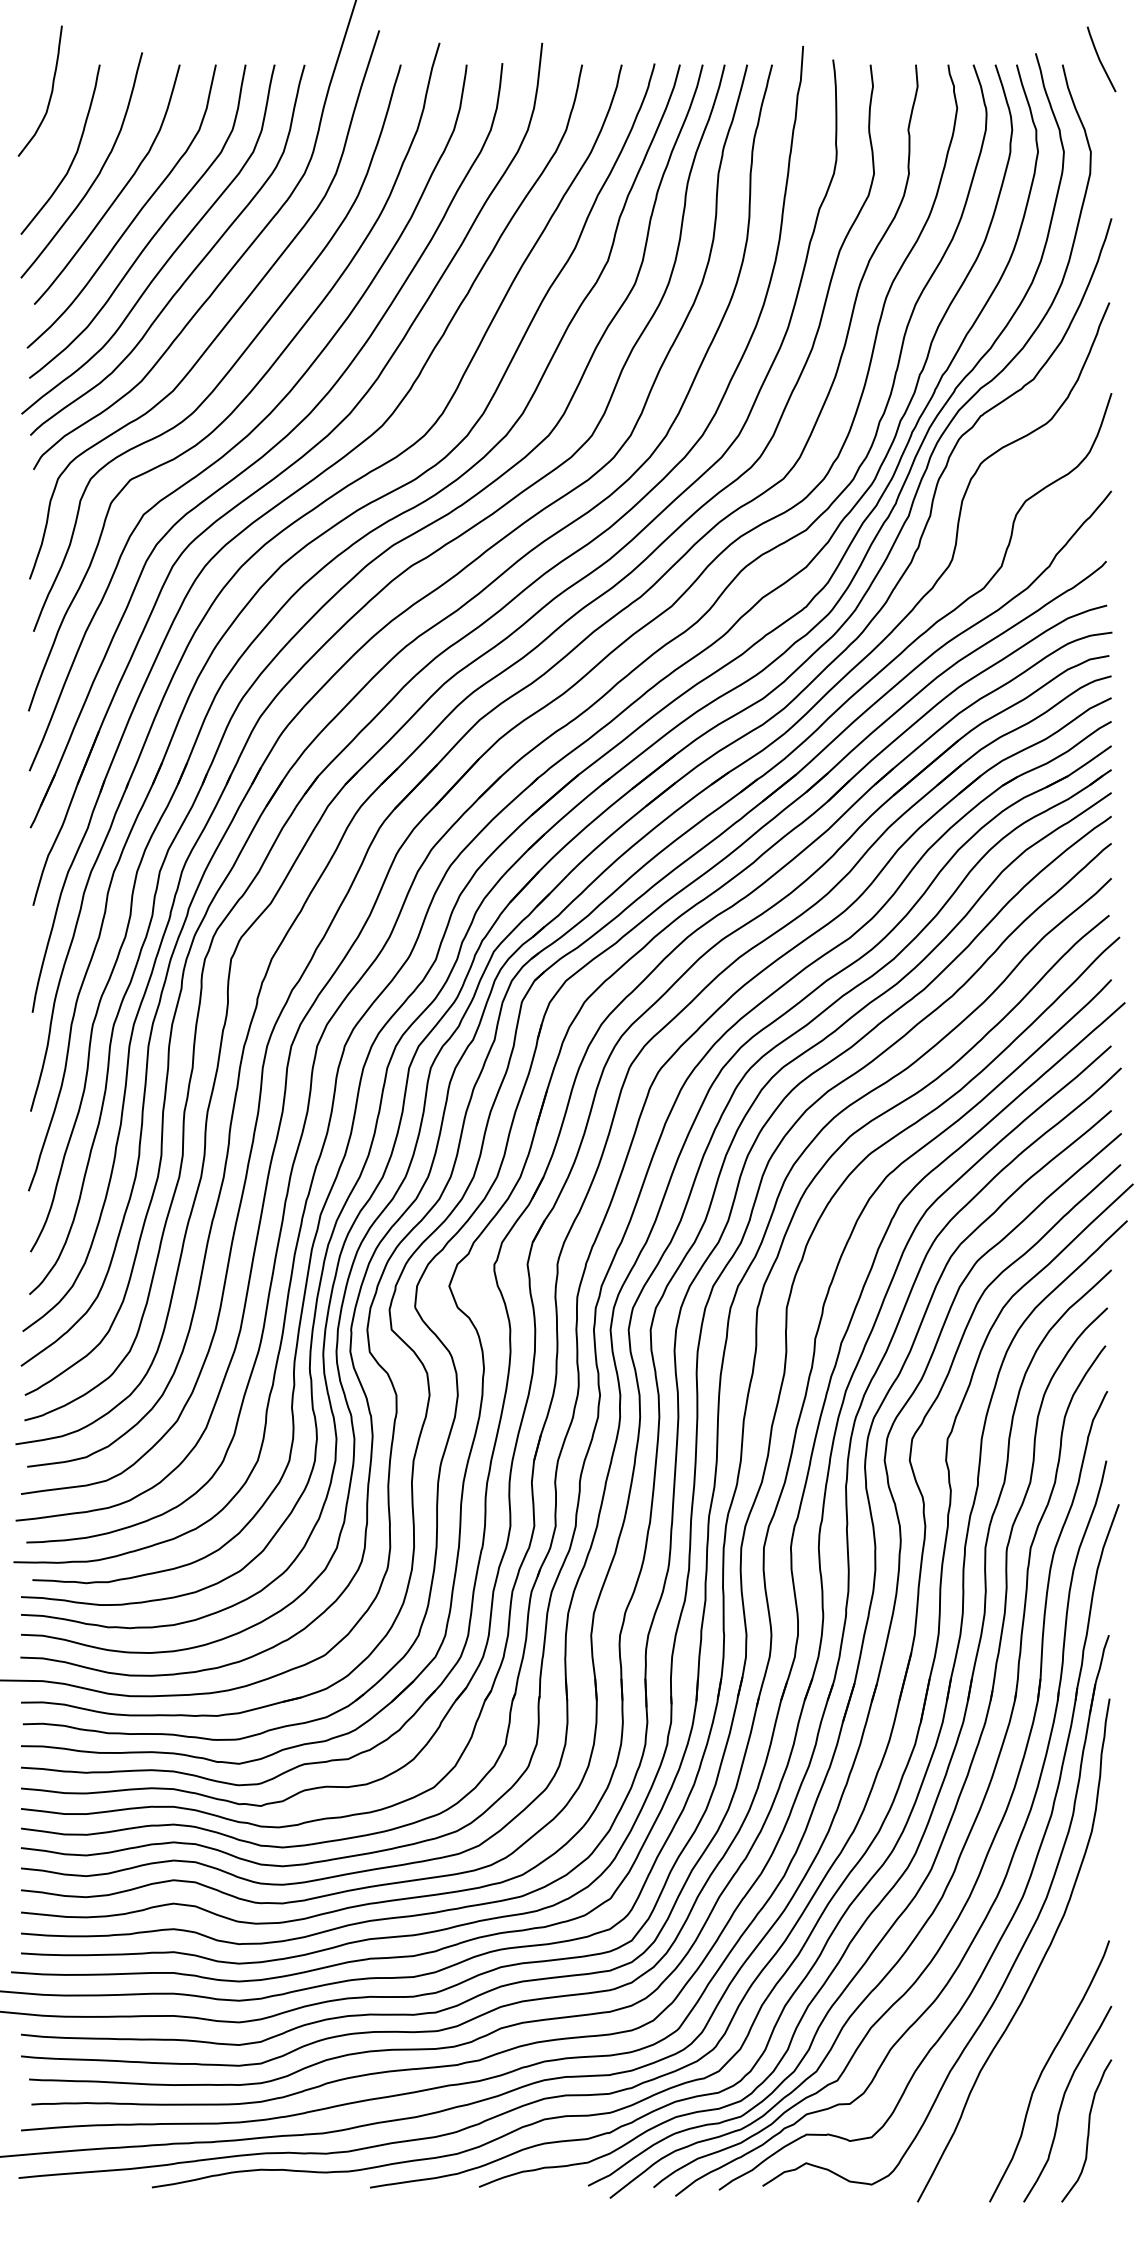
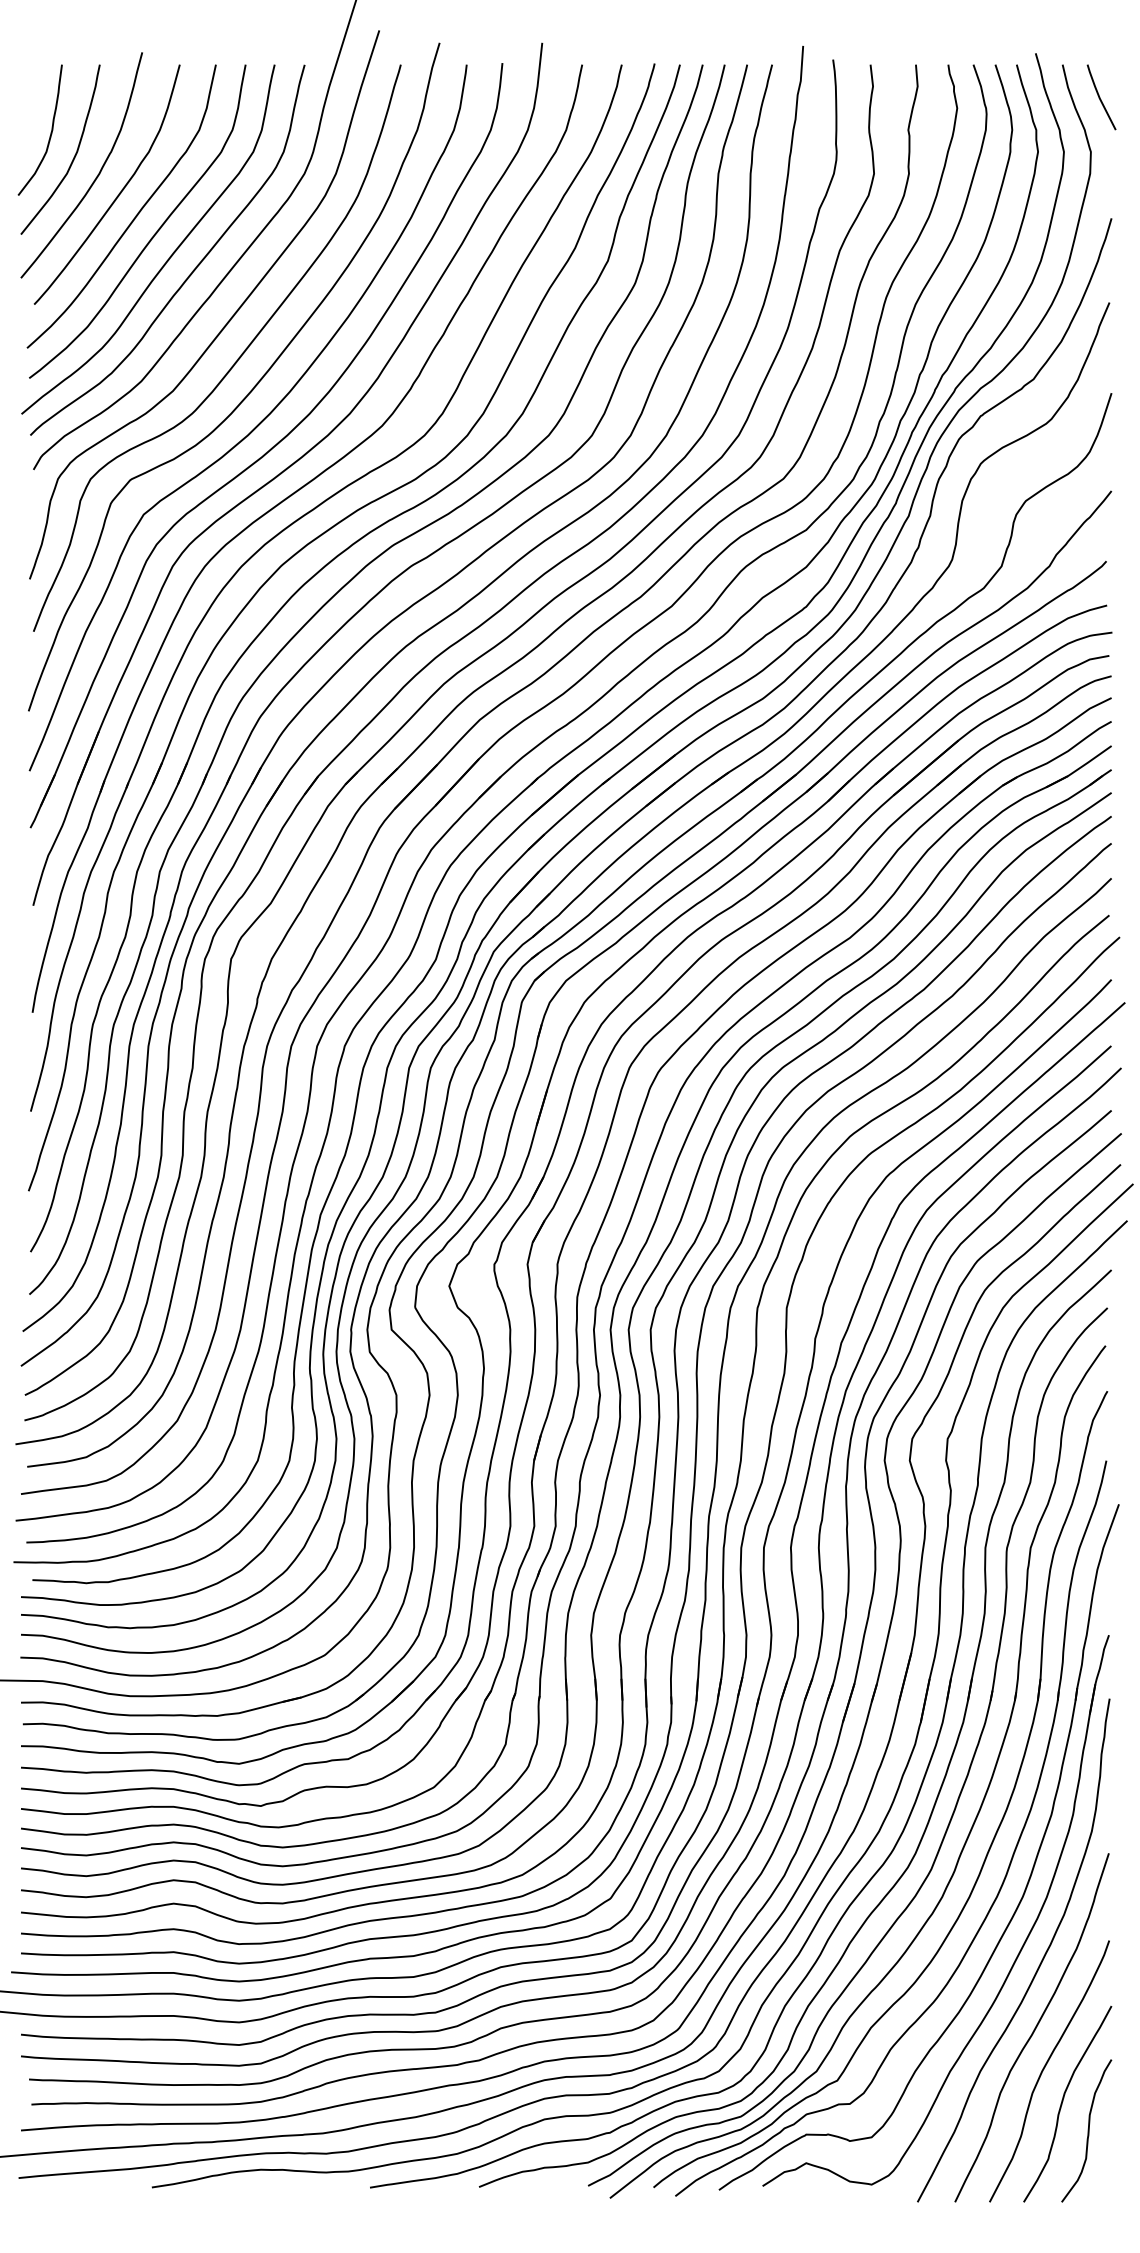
line at (1100, 59) position: (1100, 59) -> (1100, 97)
curve at (50, 93) position: (50, 93) -> (50, 132)
curve at (1033, 2029): none -> present
